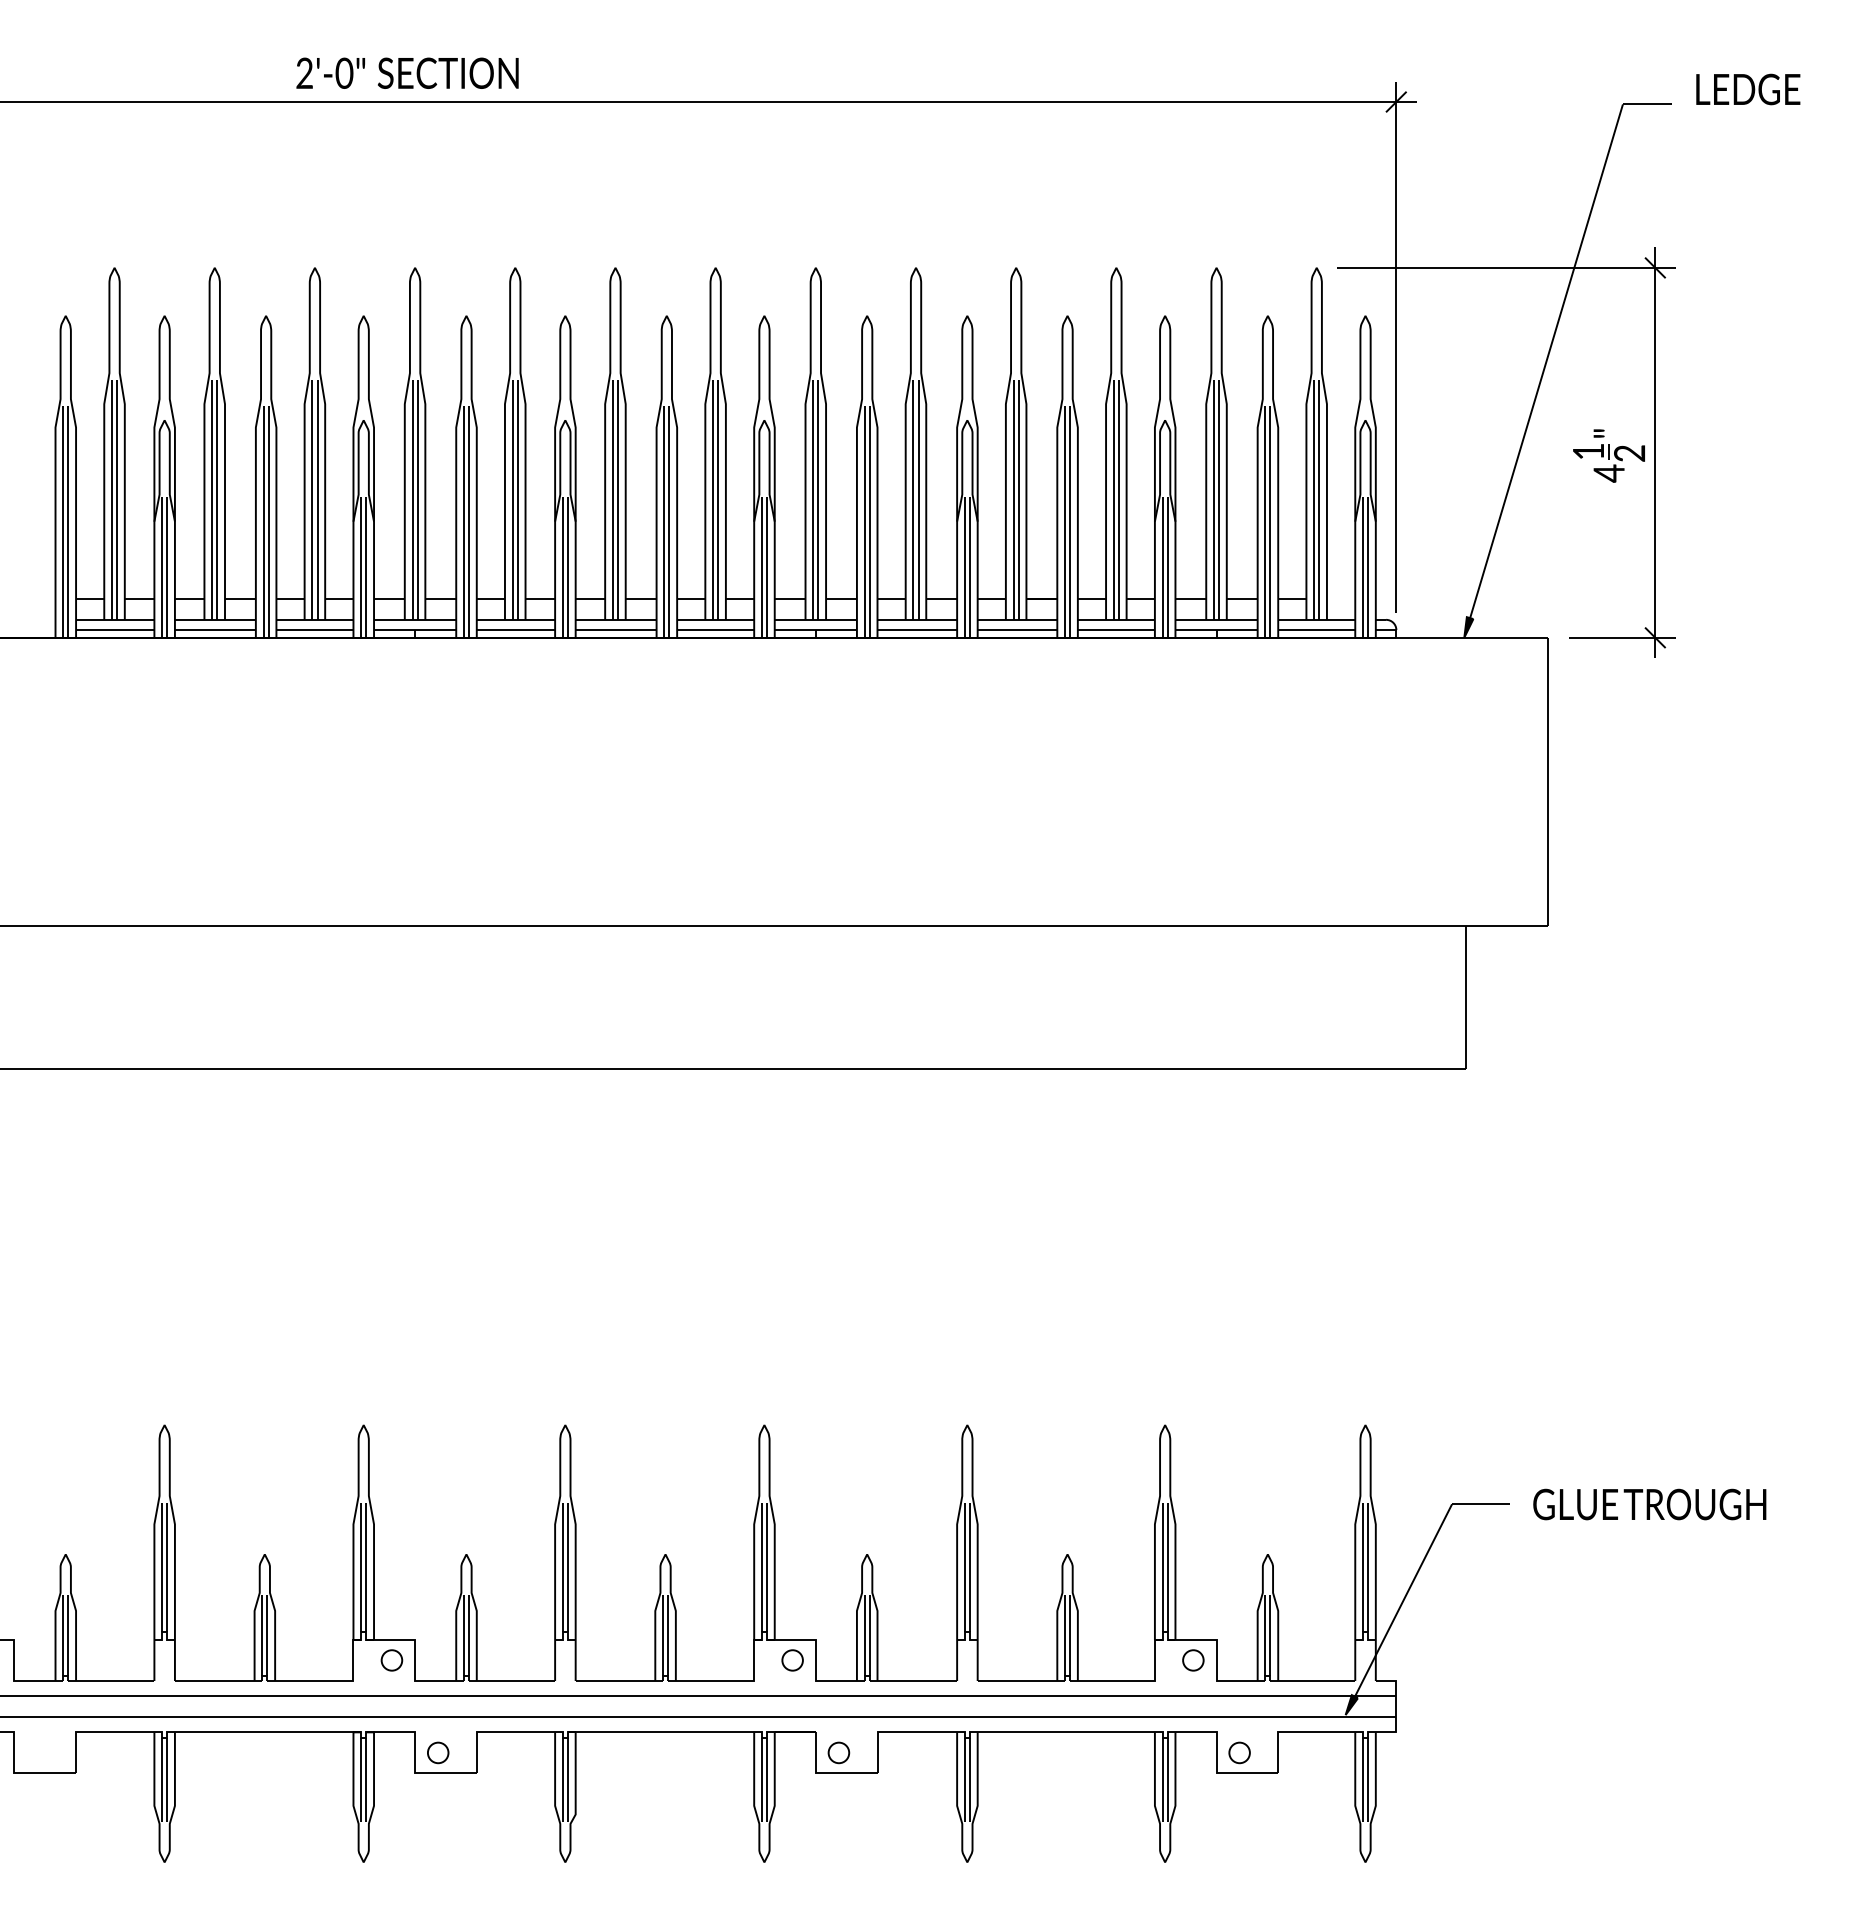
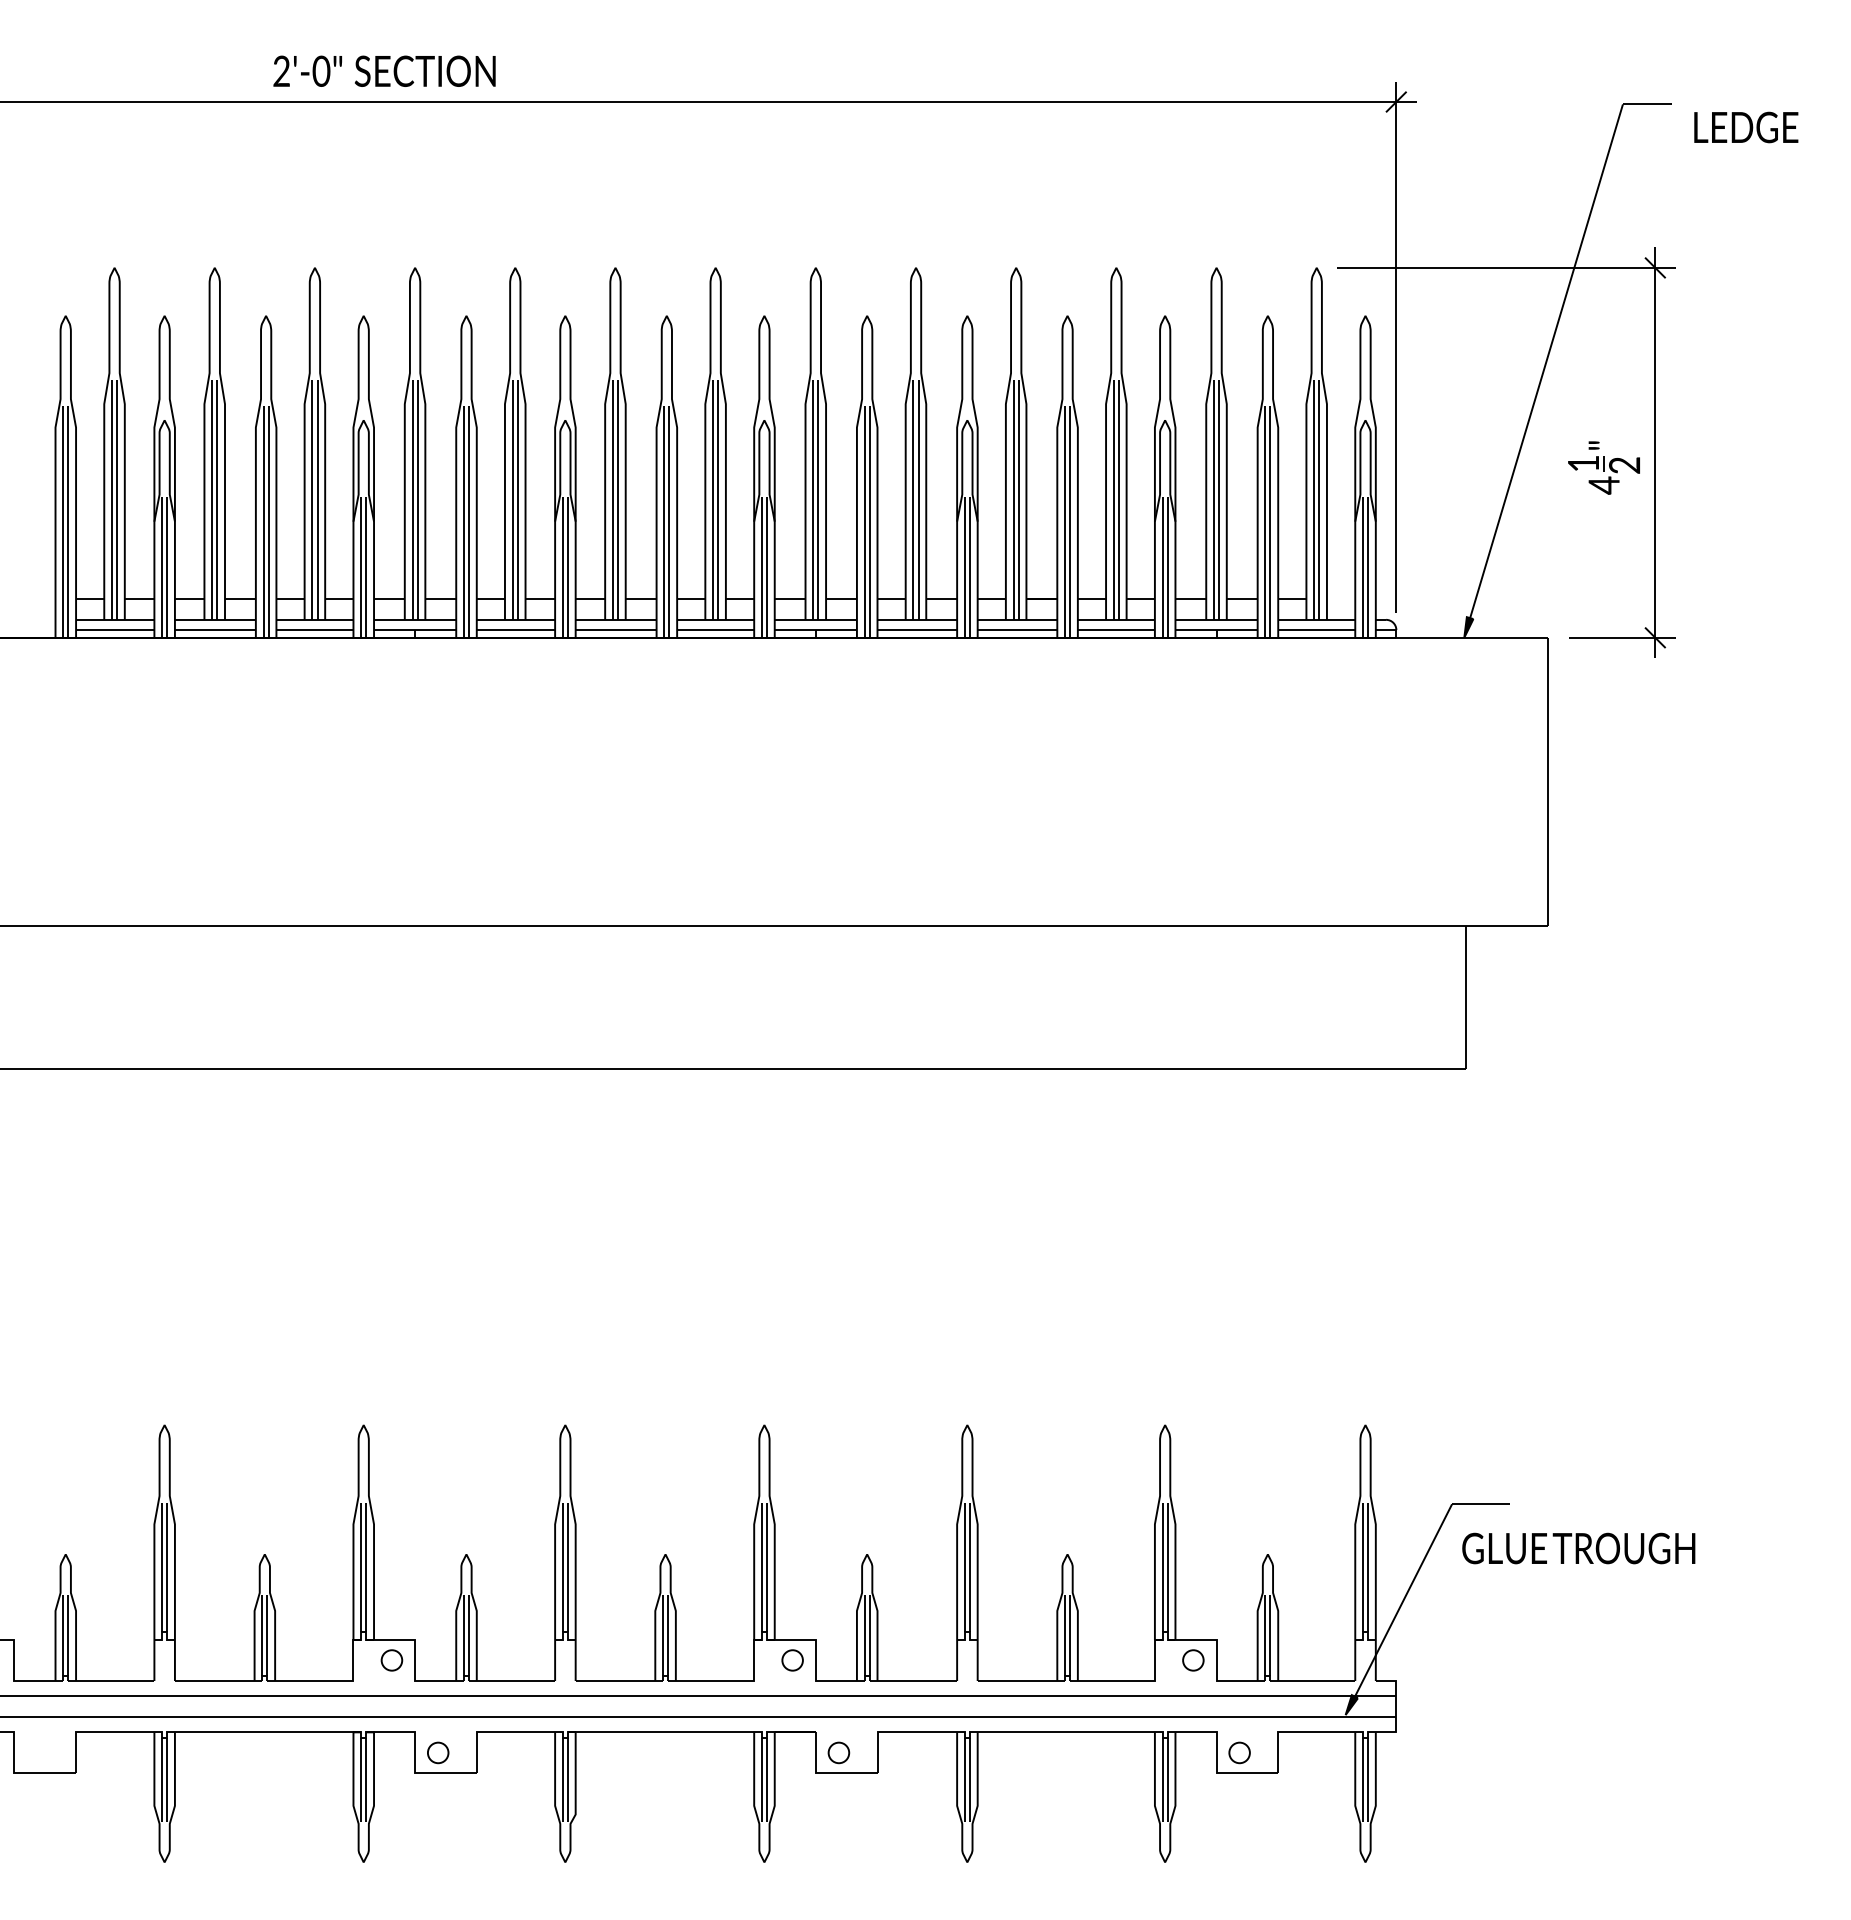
text at (407, 72) position: (407, 72) -> (384, 70)
text at (1748, 89) position: (1748, 89) -> (1746, 127)
part at (1608, 455) position: (1608, 455) -> (1603, 467)
text at (1649, 1504) position: (1649, 1504) -> (1578, 1548)
